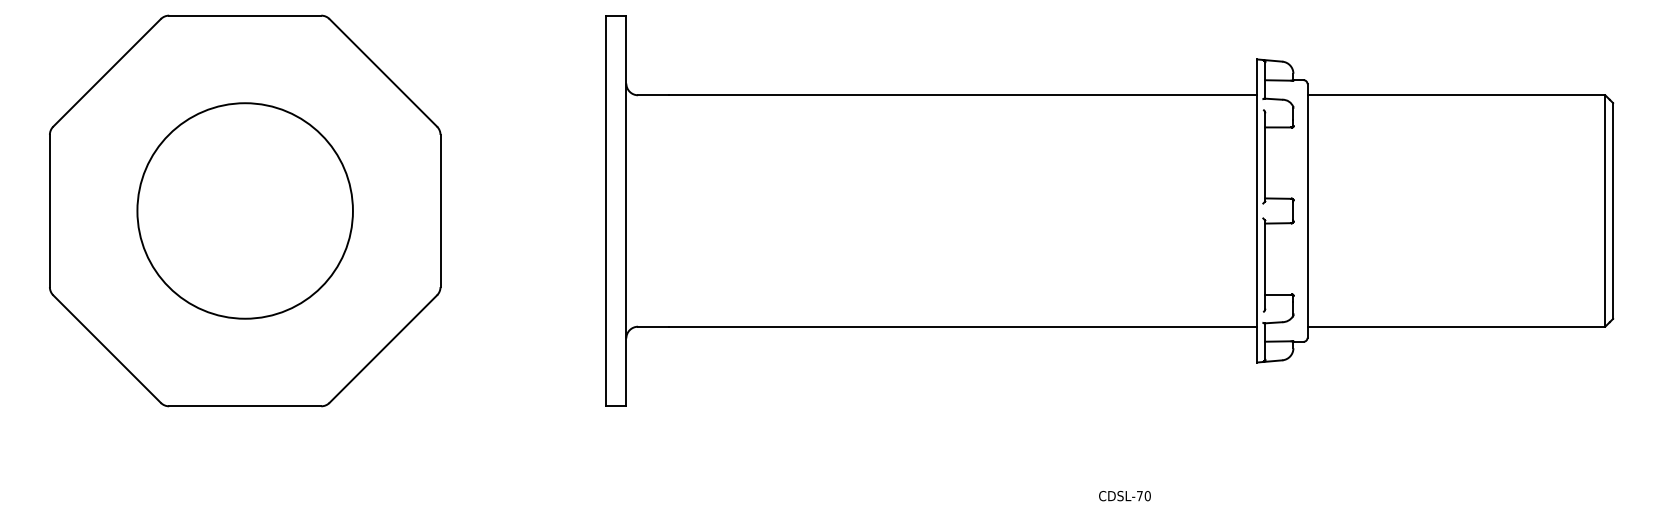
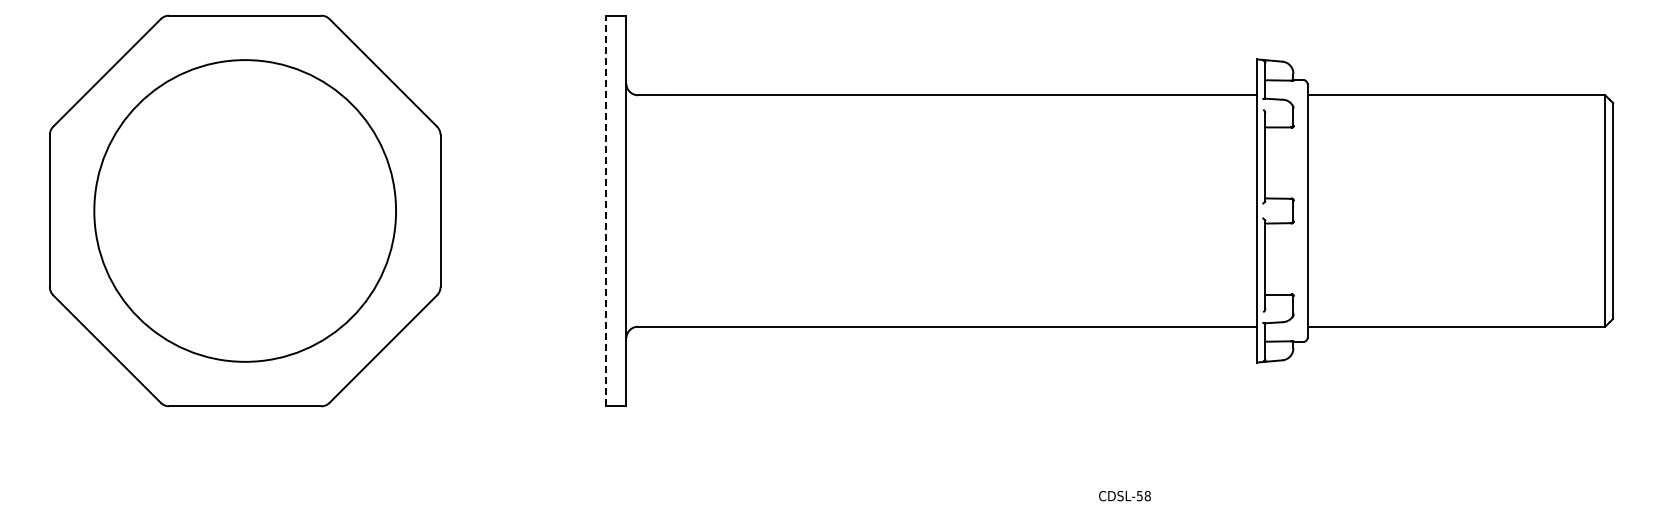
circle at (244, 210) diameter: 216 px -> 302 px
line at (606, 210): solid -> dashed
text at (1143, 496): CDSL-70 -> CDSL-58
